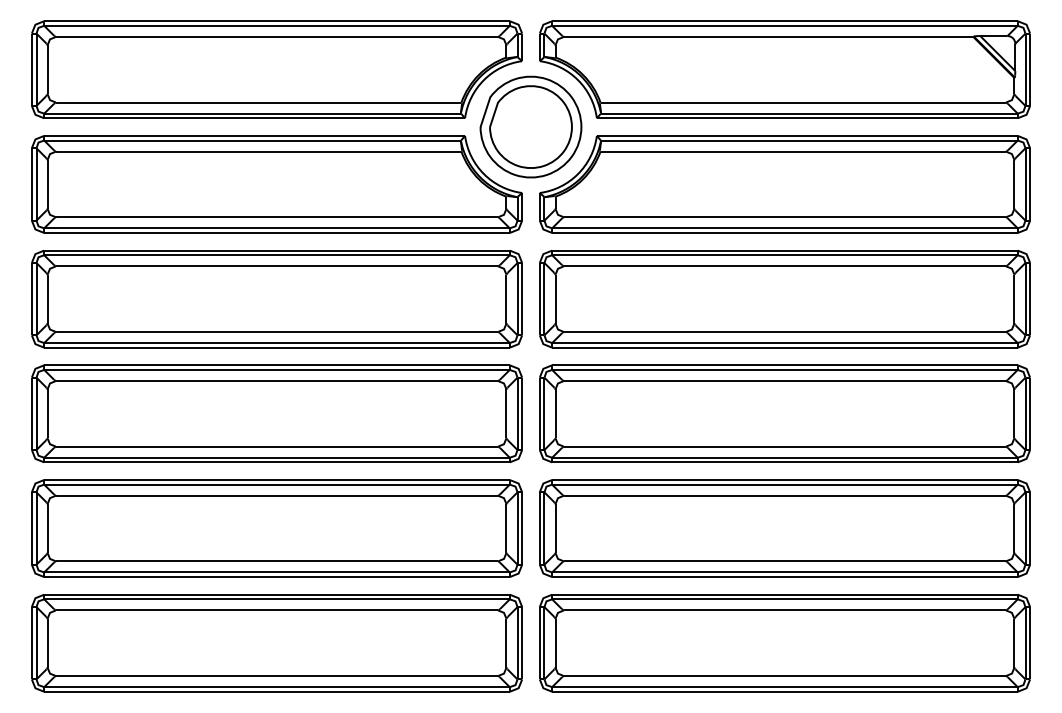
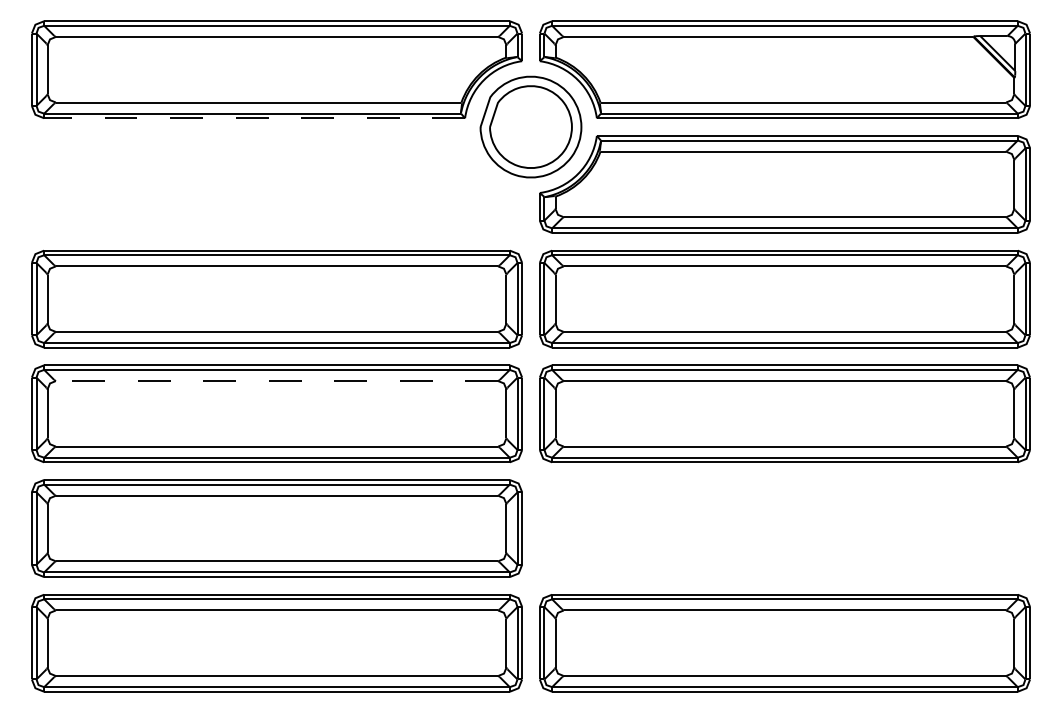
line at (254, 118): solid -> dashed
part at (276, 184): present -> none
line at (276, 381): solid -> dashed
part at (784, 528): present -> none
